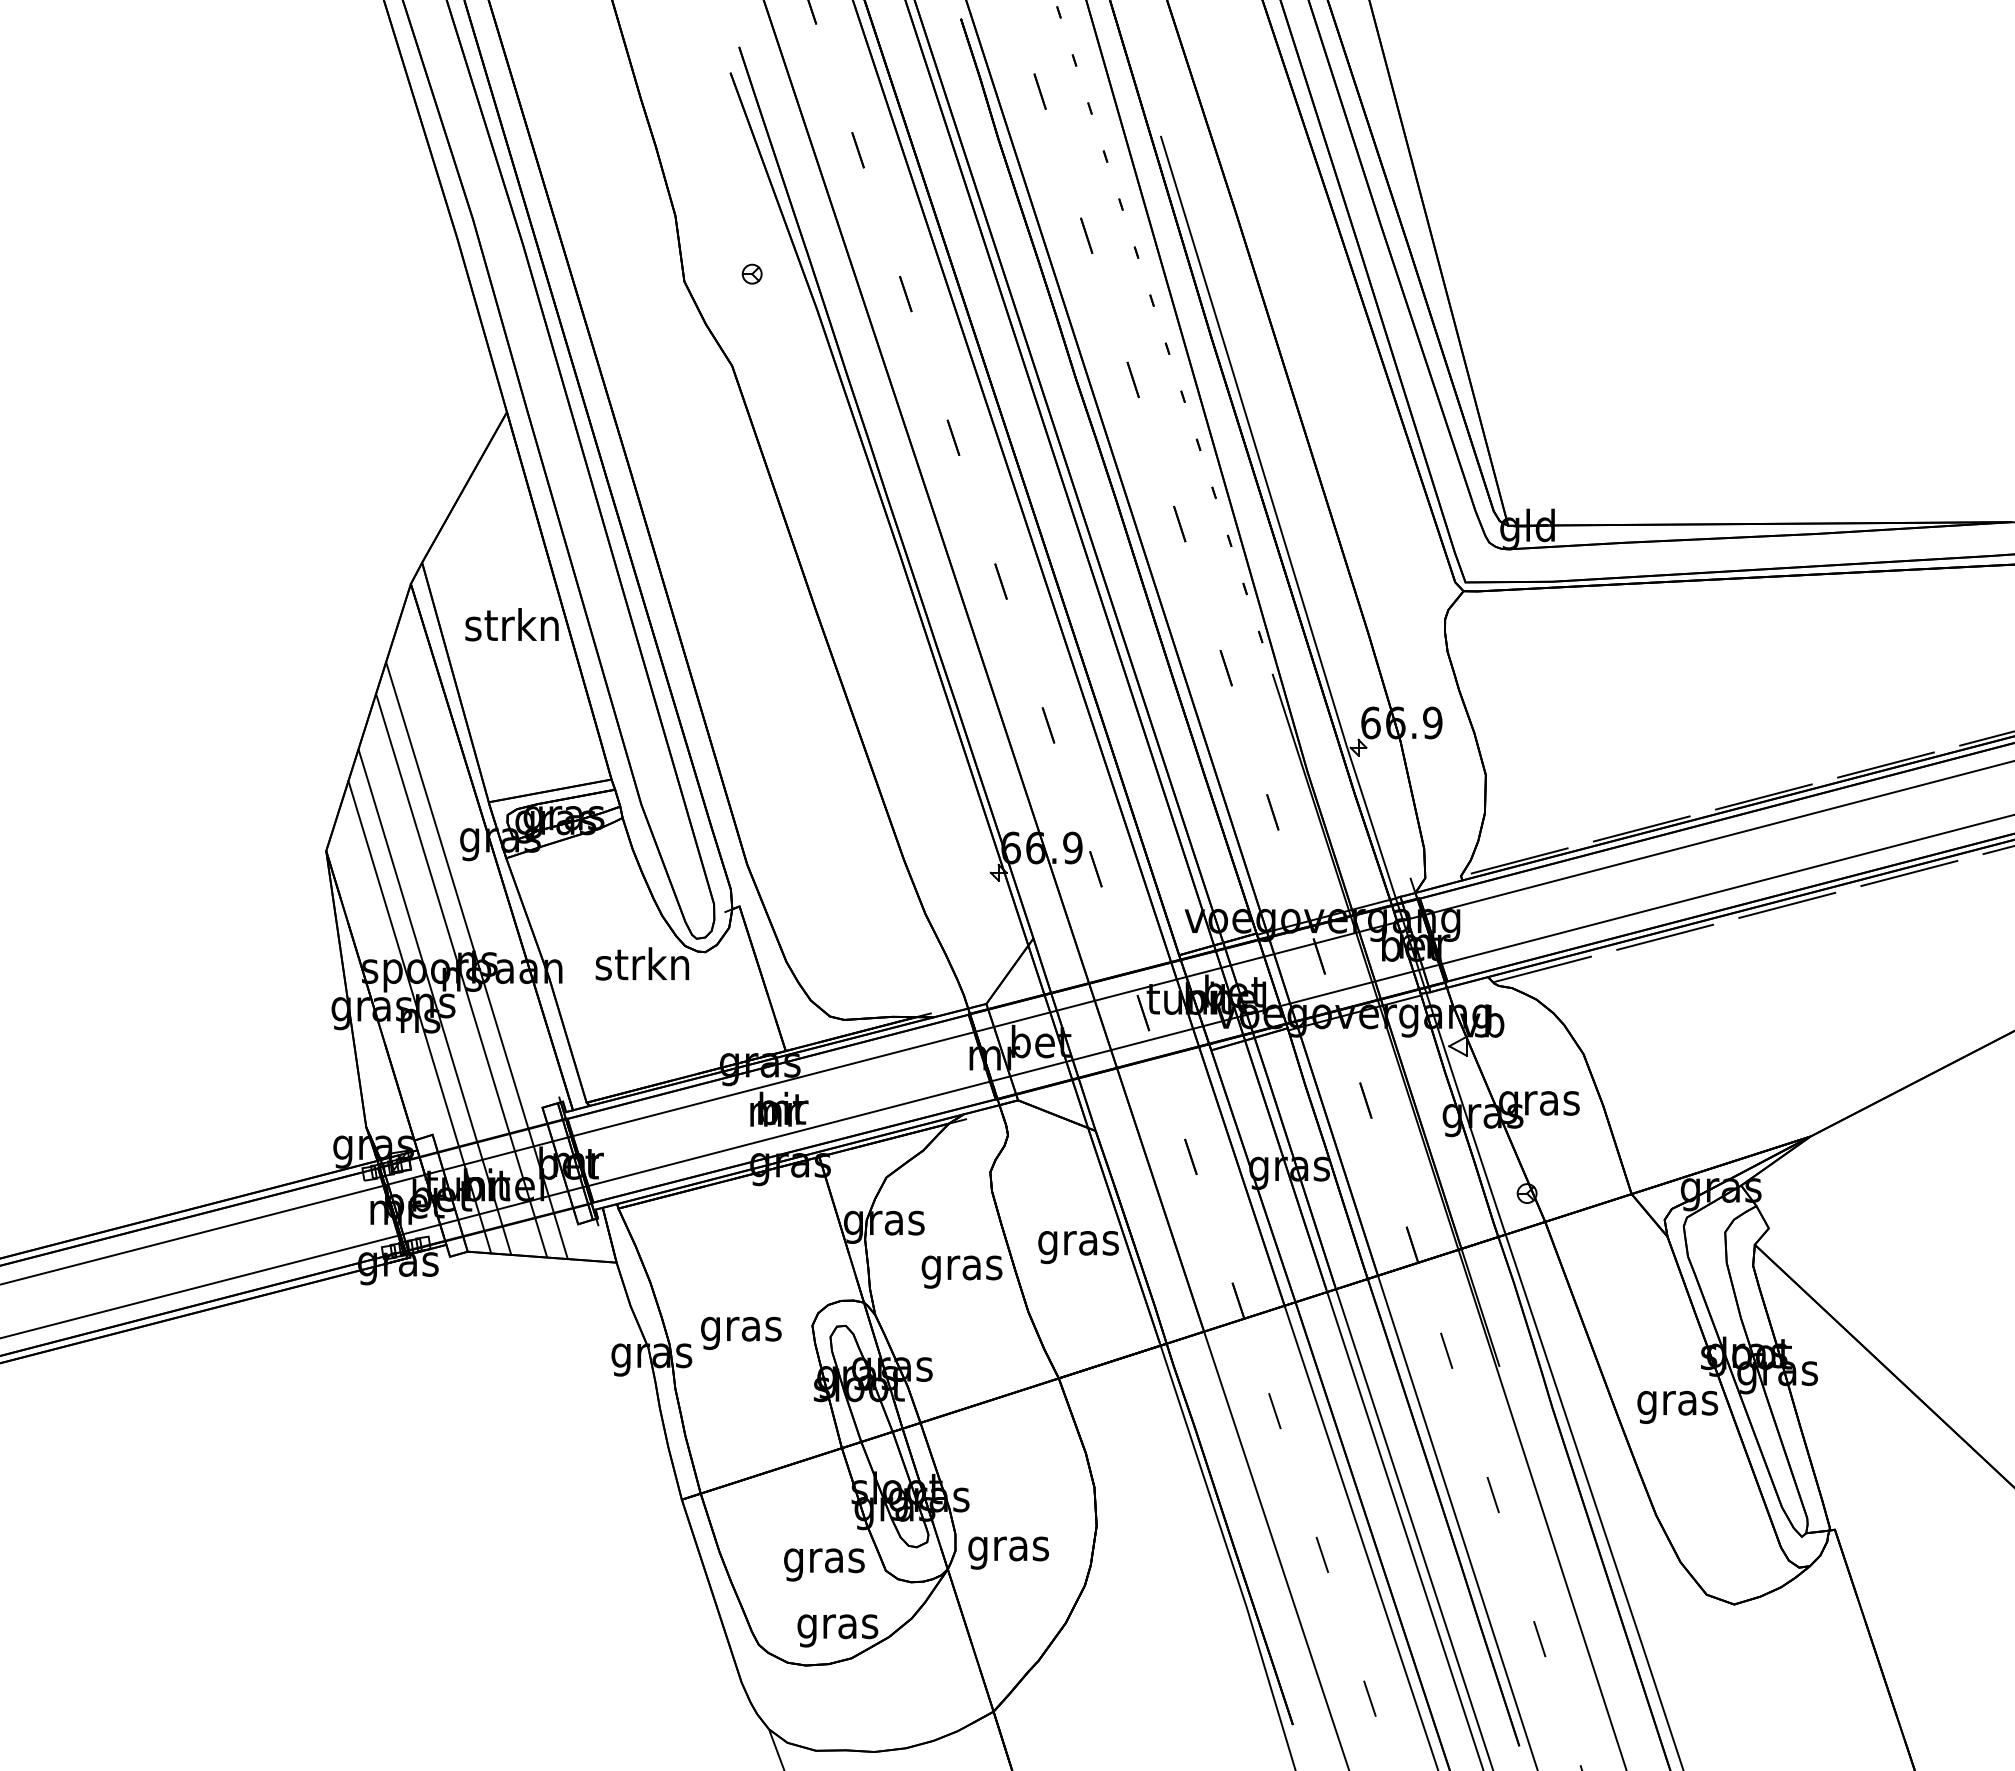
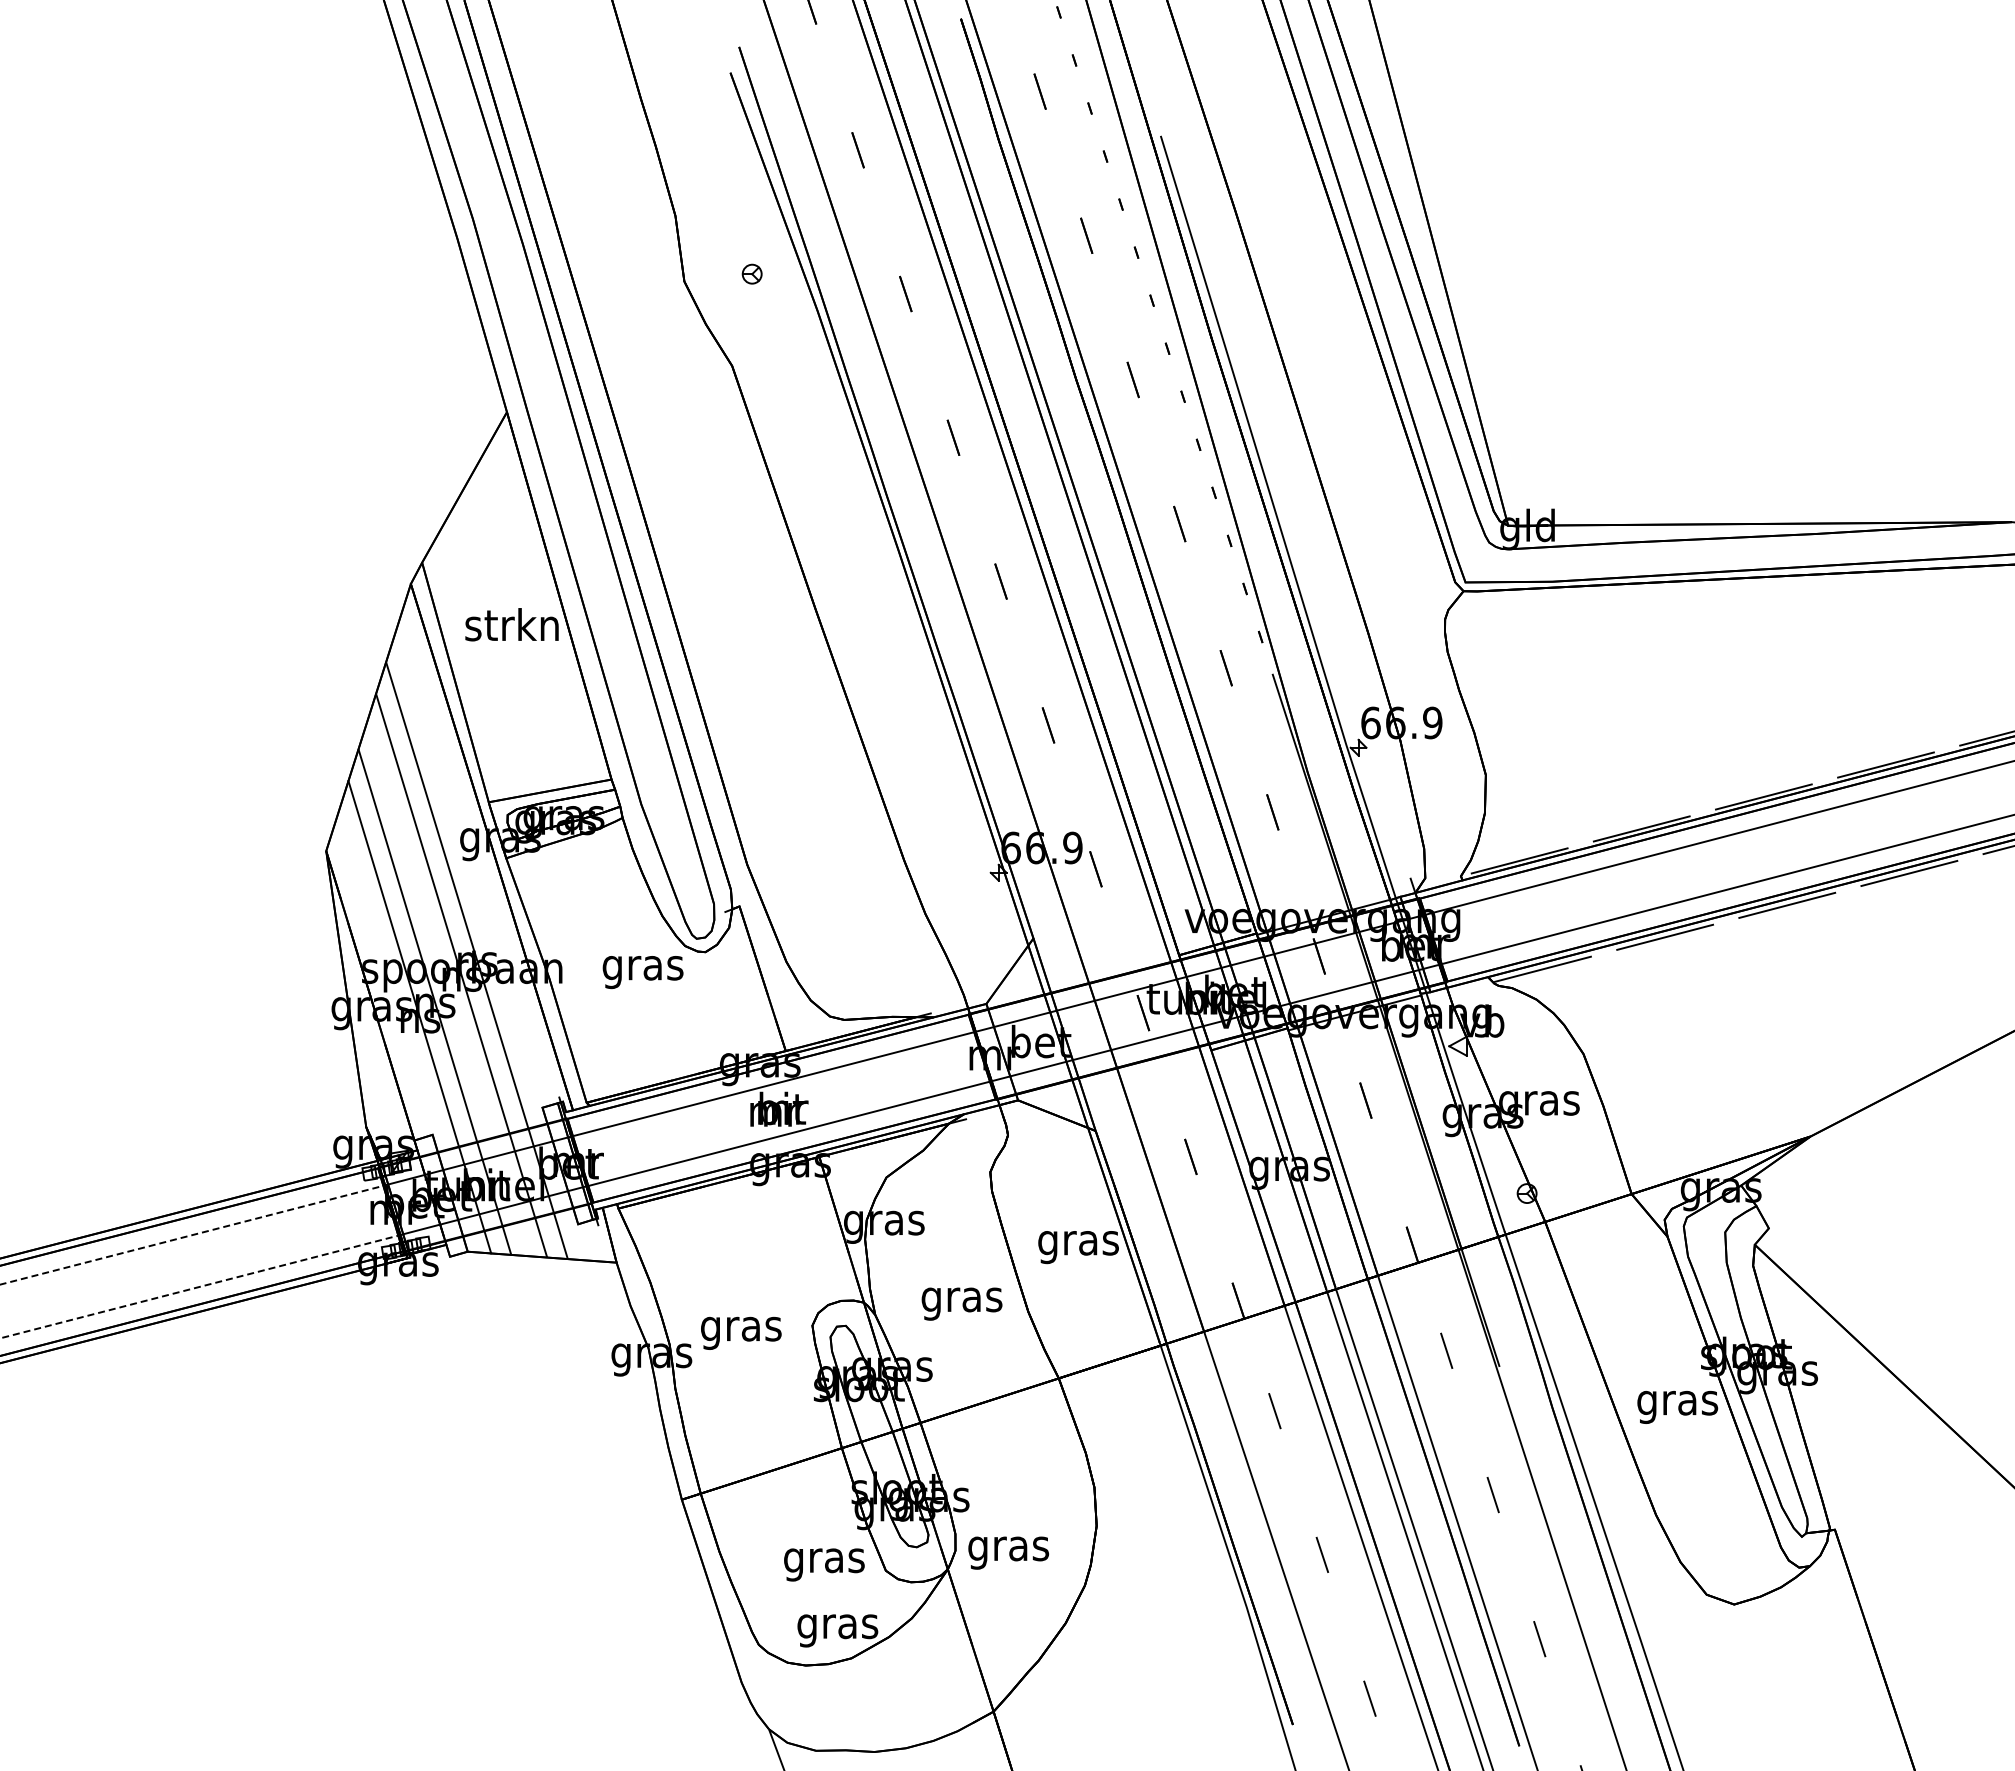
text at (642, 968): strkn -> gras
line at (191, 1235): solid -> dashed
text at (961, 1271) position: (961, 1271) -> (961, 1303)
line at (199, 1286): solid -> dashed
